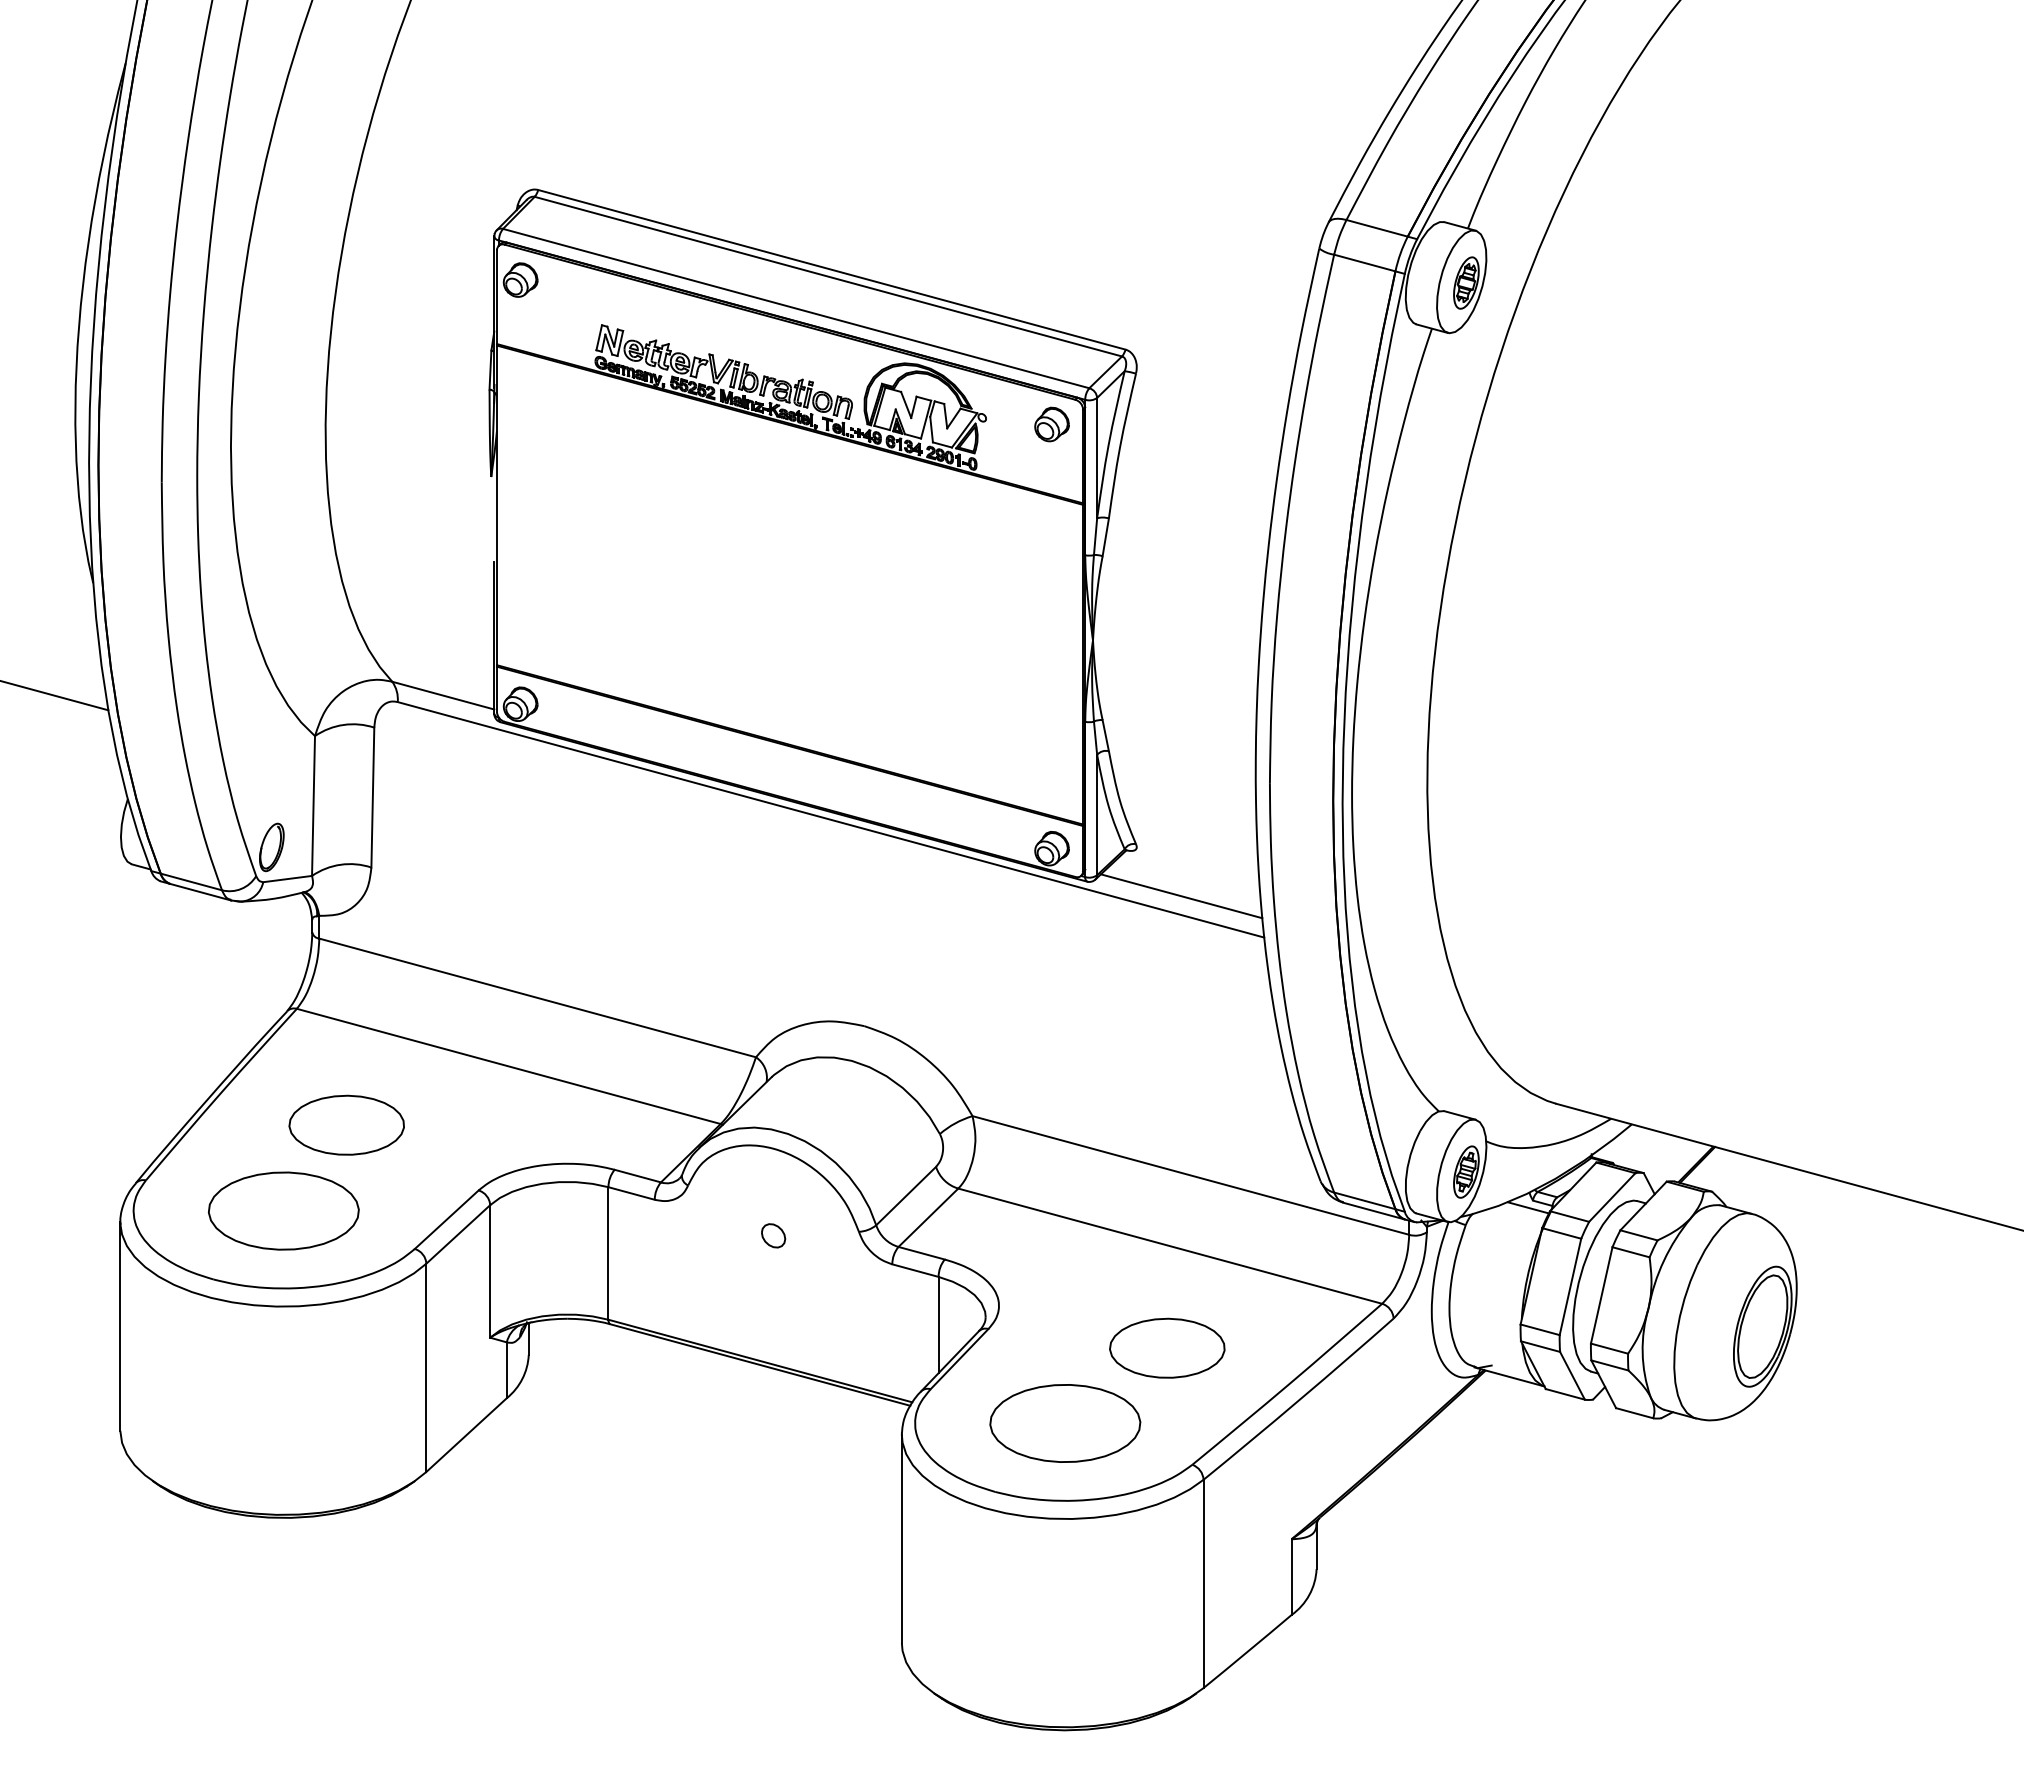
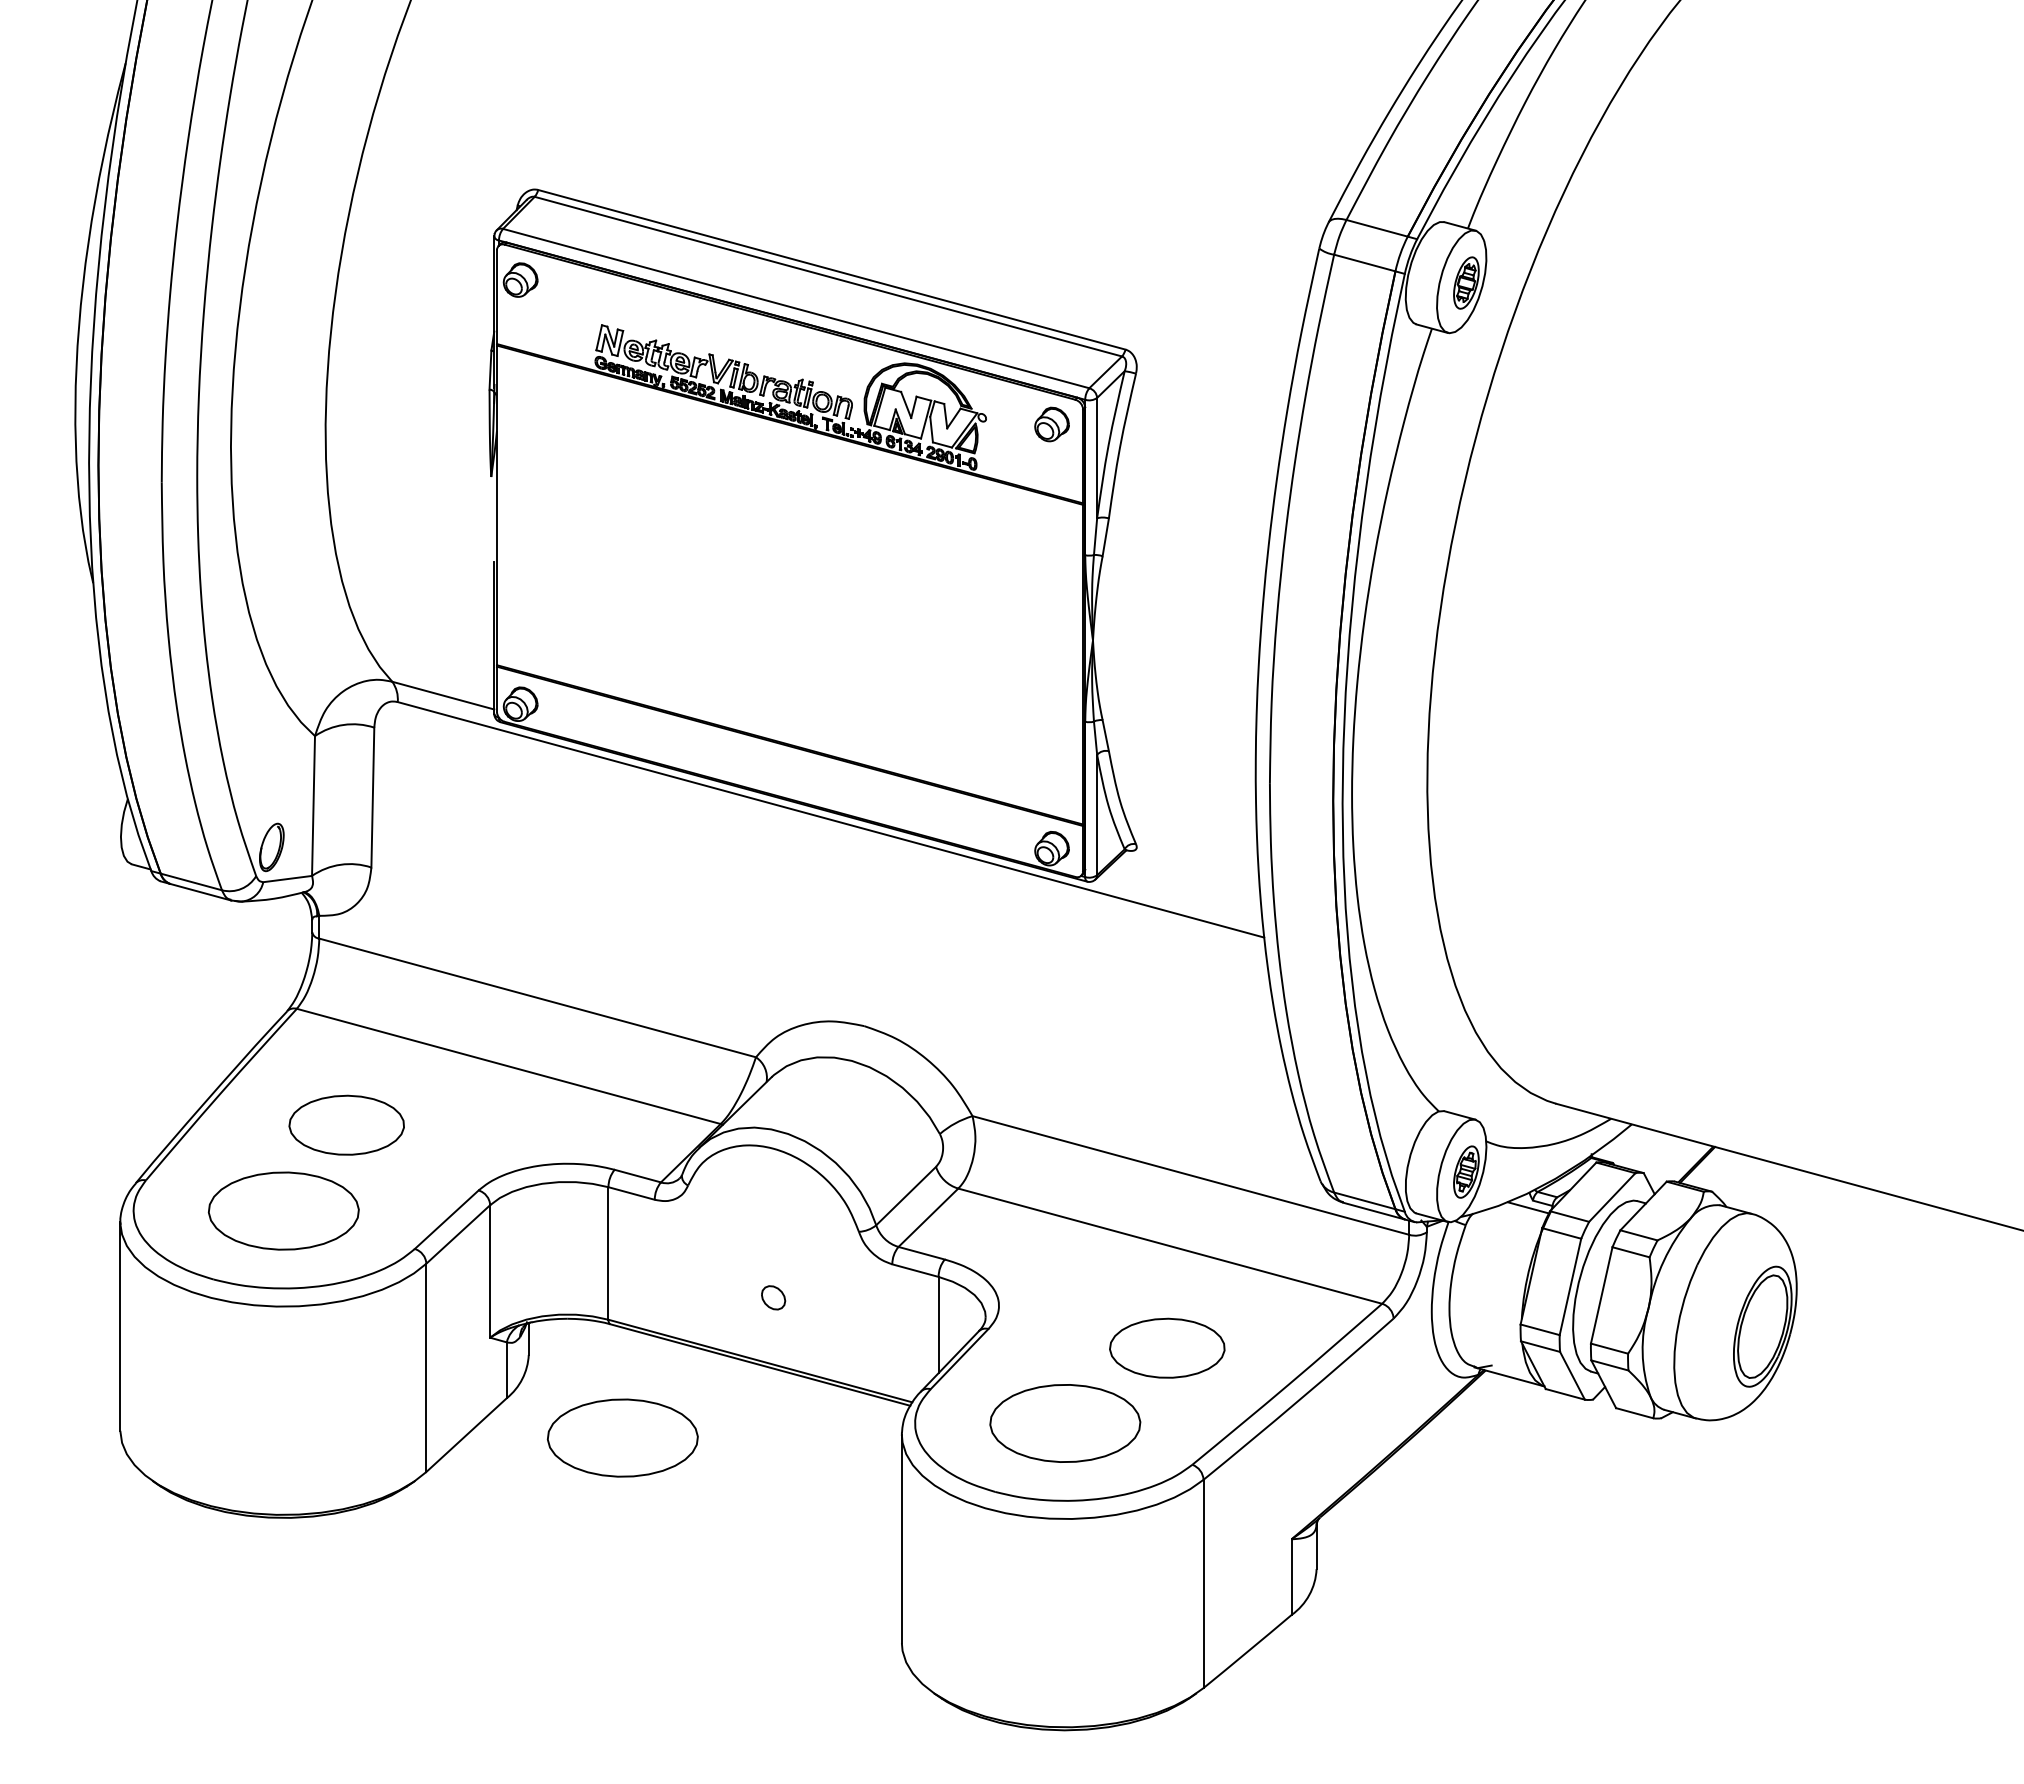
line at (55, 695): present -> none
line at (1181, 896): present -> none
part at (773, 1235) position: (773, 1235) -> (773, 1297)
part at (622, 1437): none -> present
